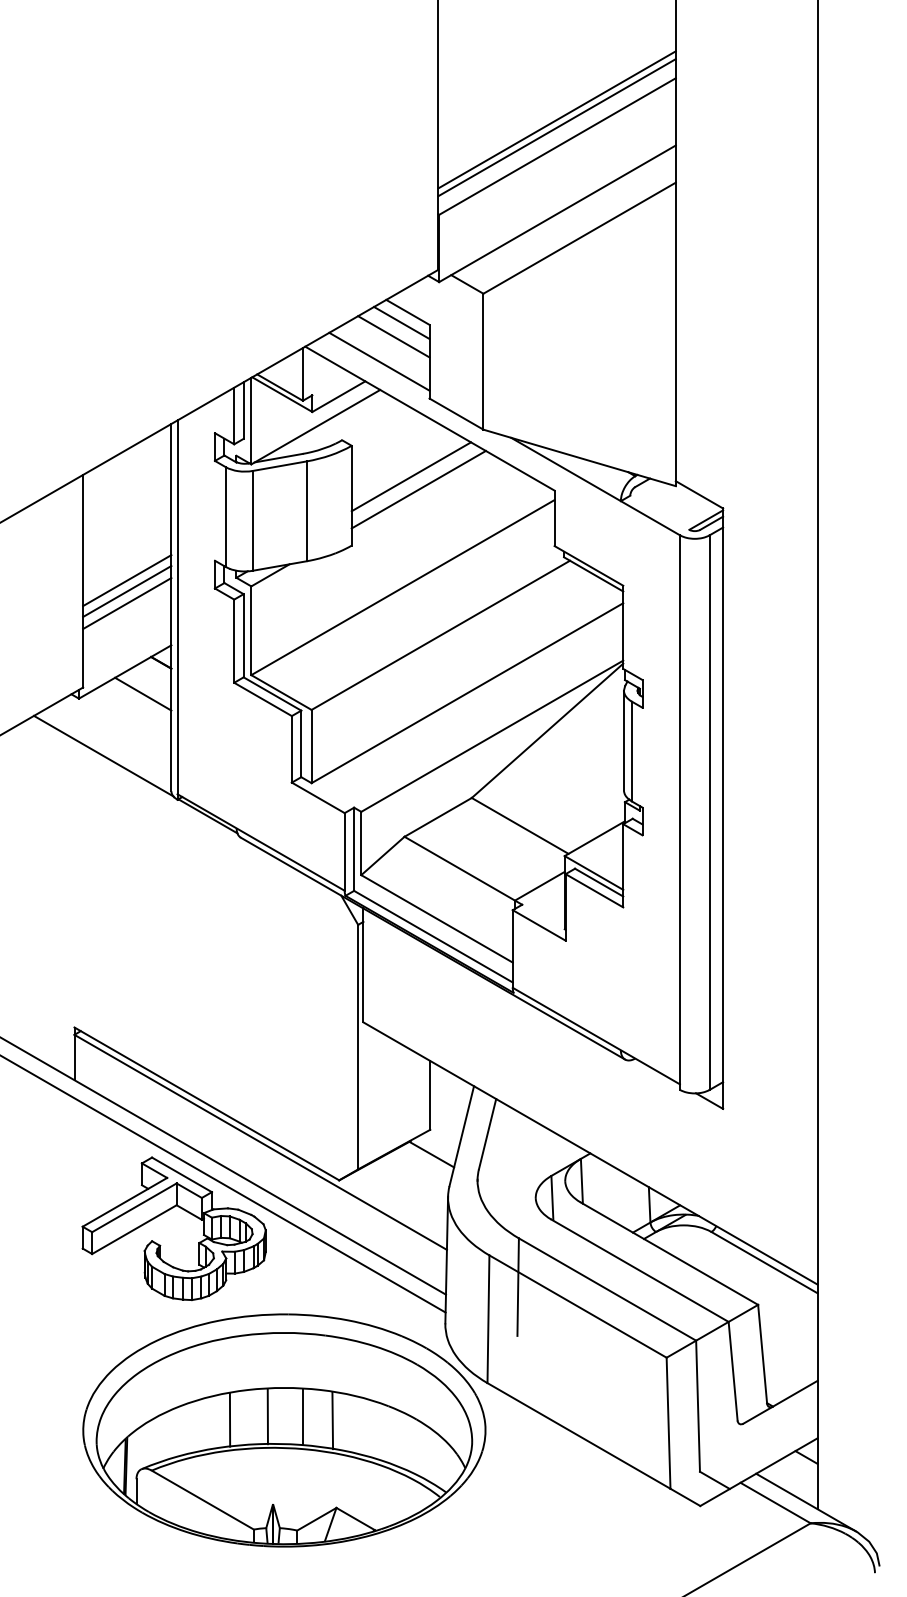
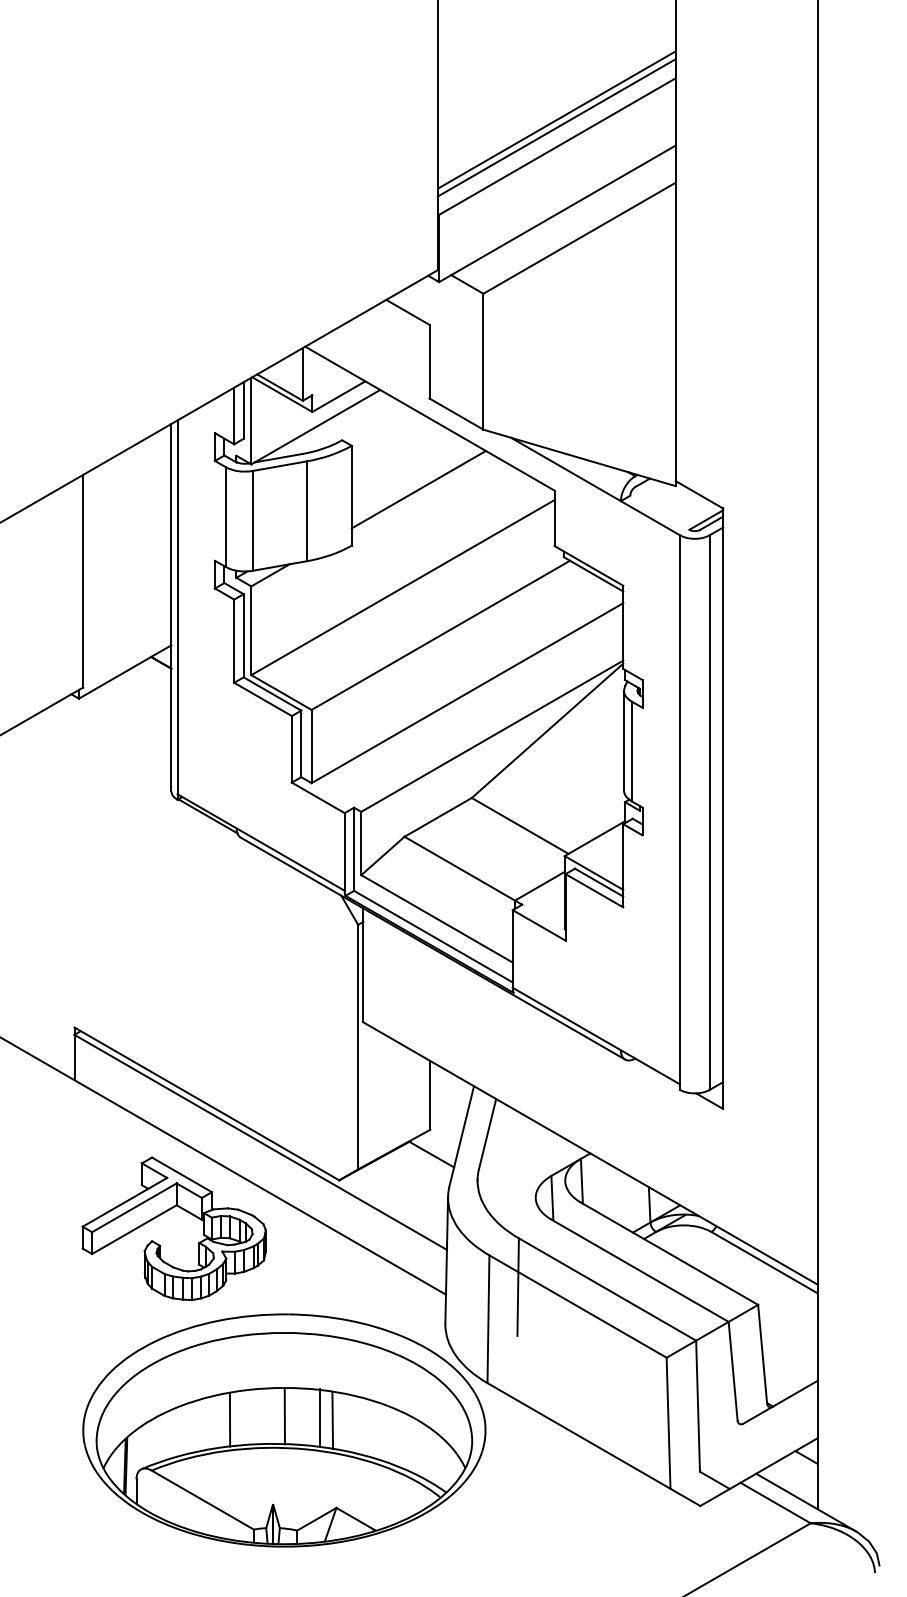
line at (401, 322): present -> none
line at (393, 336): present -> none
line at (379, 361): present -> none
line at (411, 476): present -> none
line at (127, 580): present -> none
line at (127, 591): present -> none
line at (127, 603): present -> none
line at (143, 693): present -> none
line at (103, 755): present -> none
line at (223, 1184): present -> none
line at (267, 1416) position: (267, 1416) -> (284, 1416)
line at (302, 1416) position: (302, 1416) -> (319, 1416)
